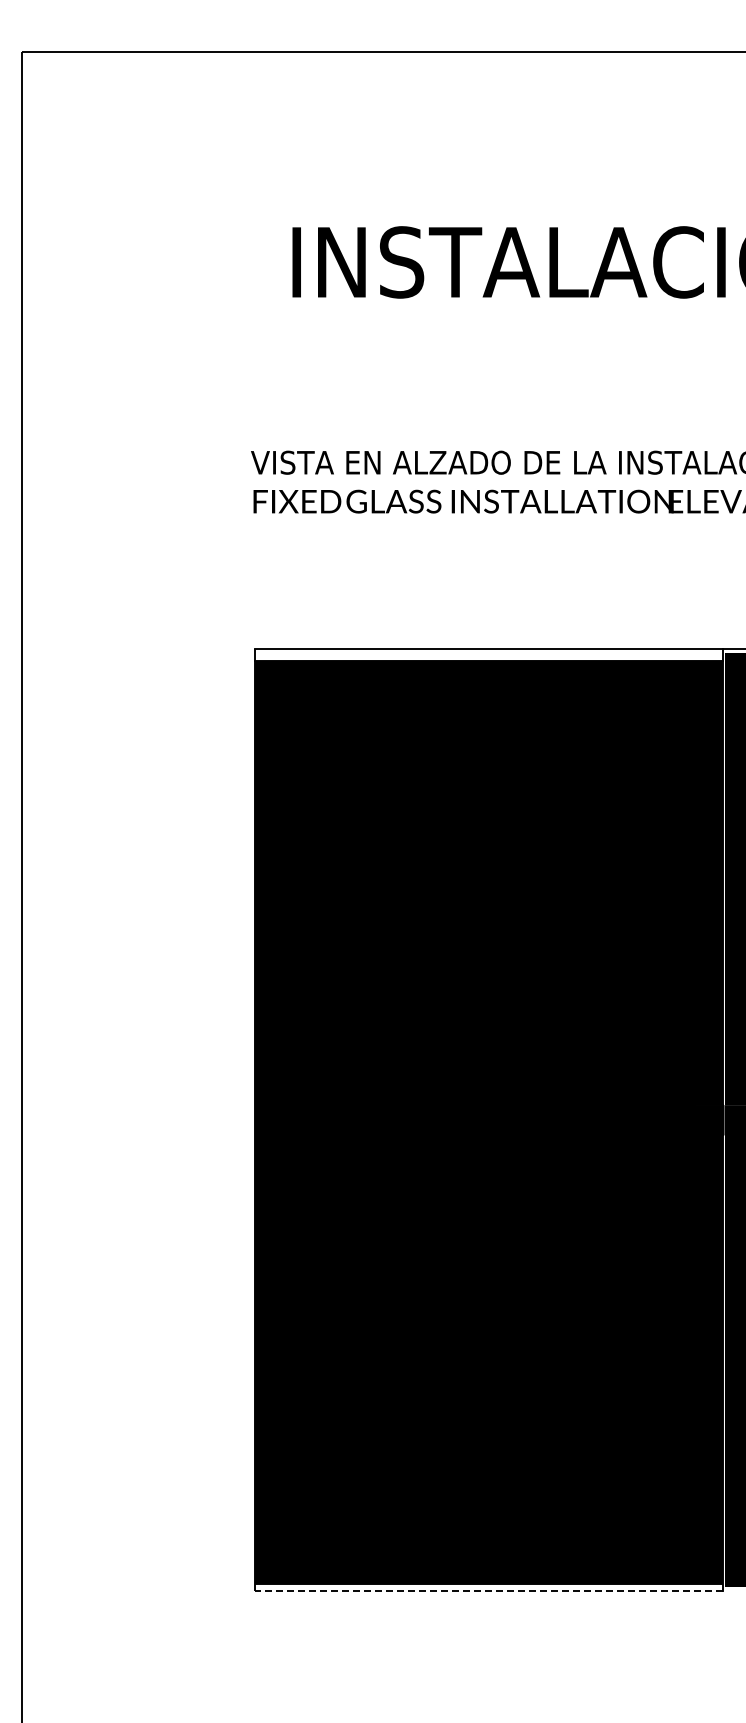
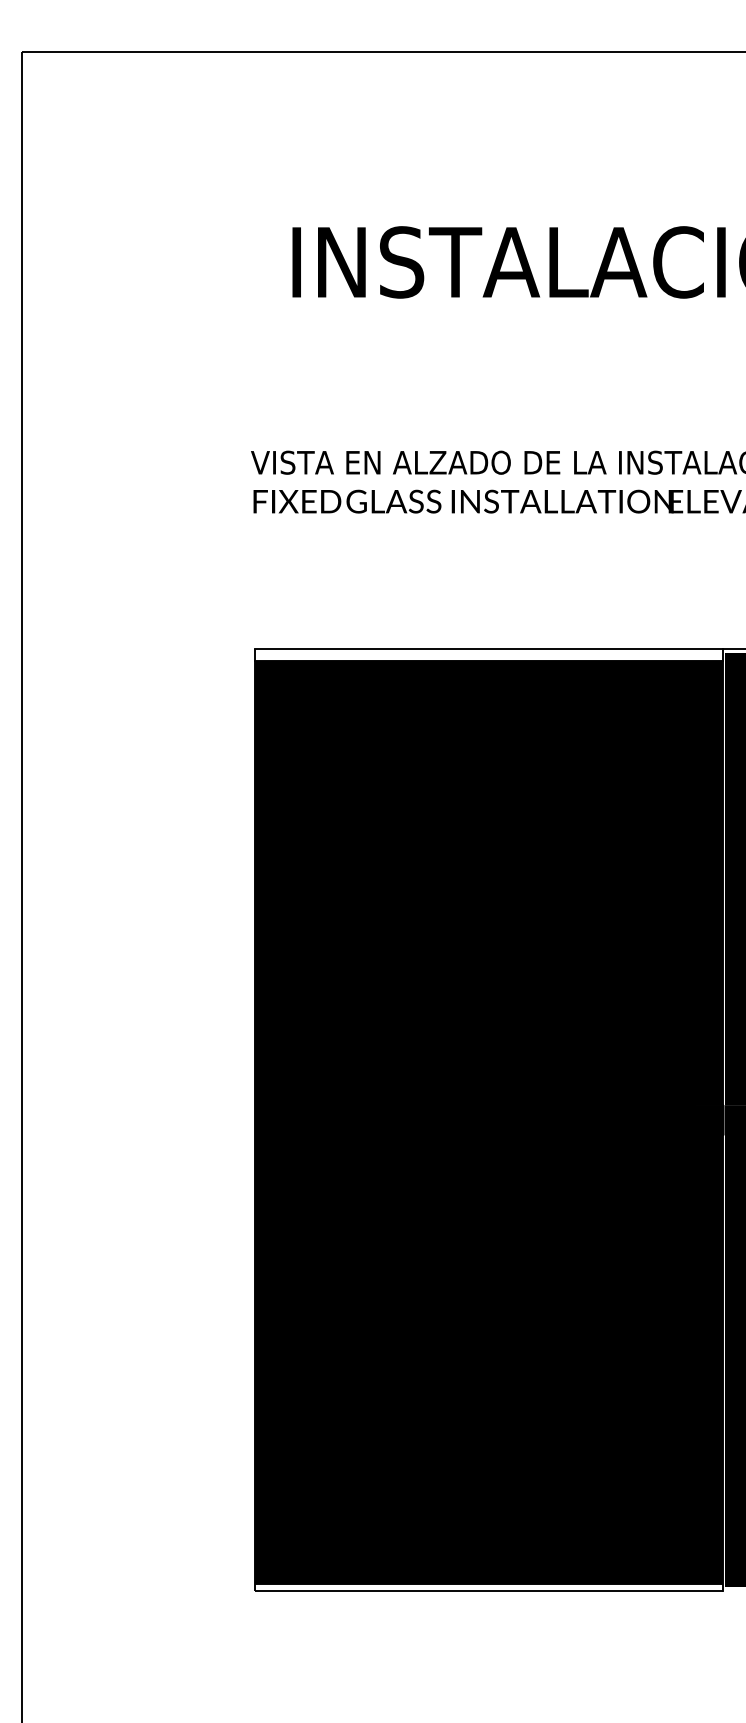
line at (489, 1590): dashed -> solid
